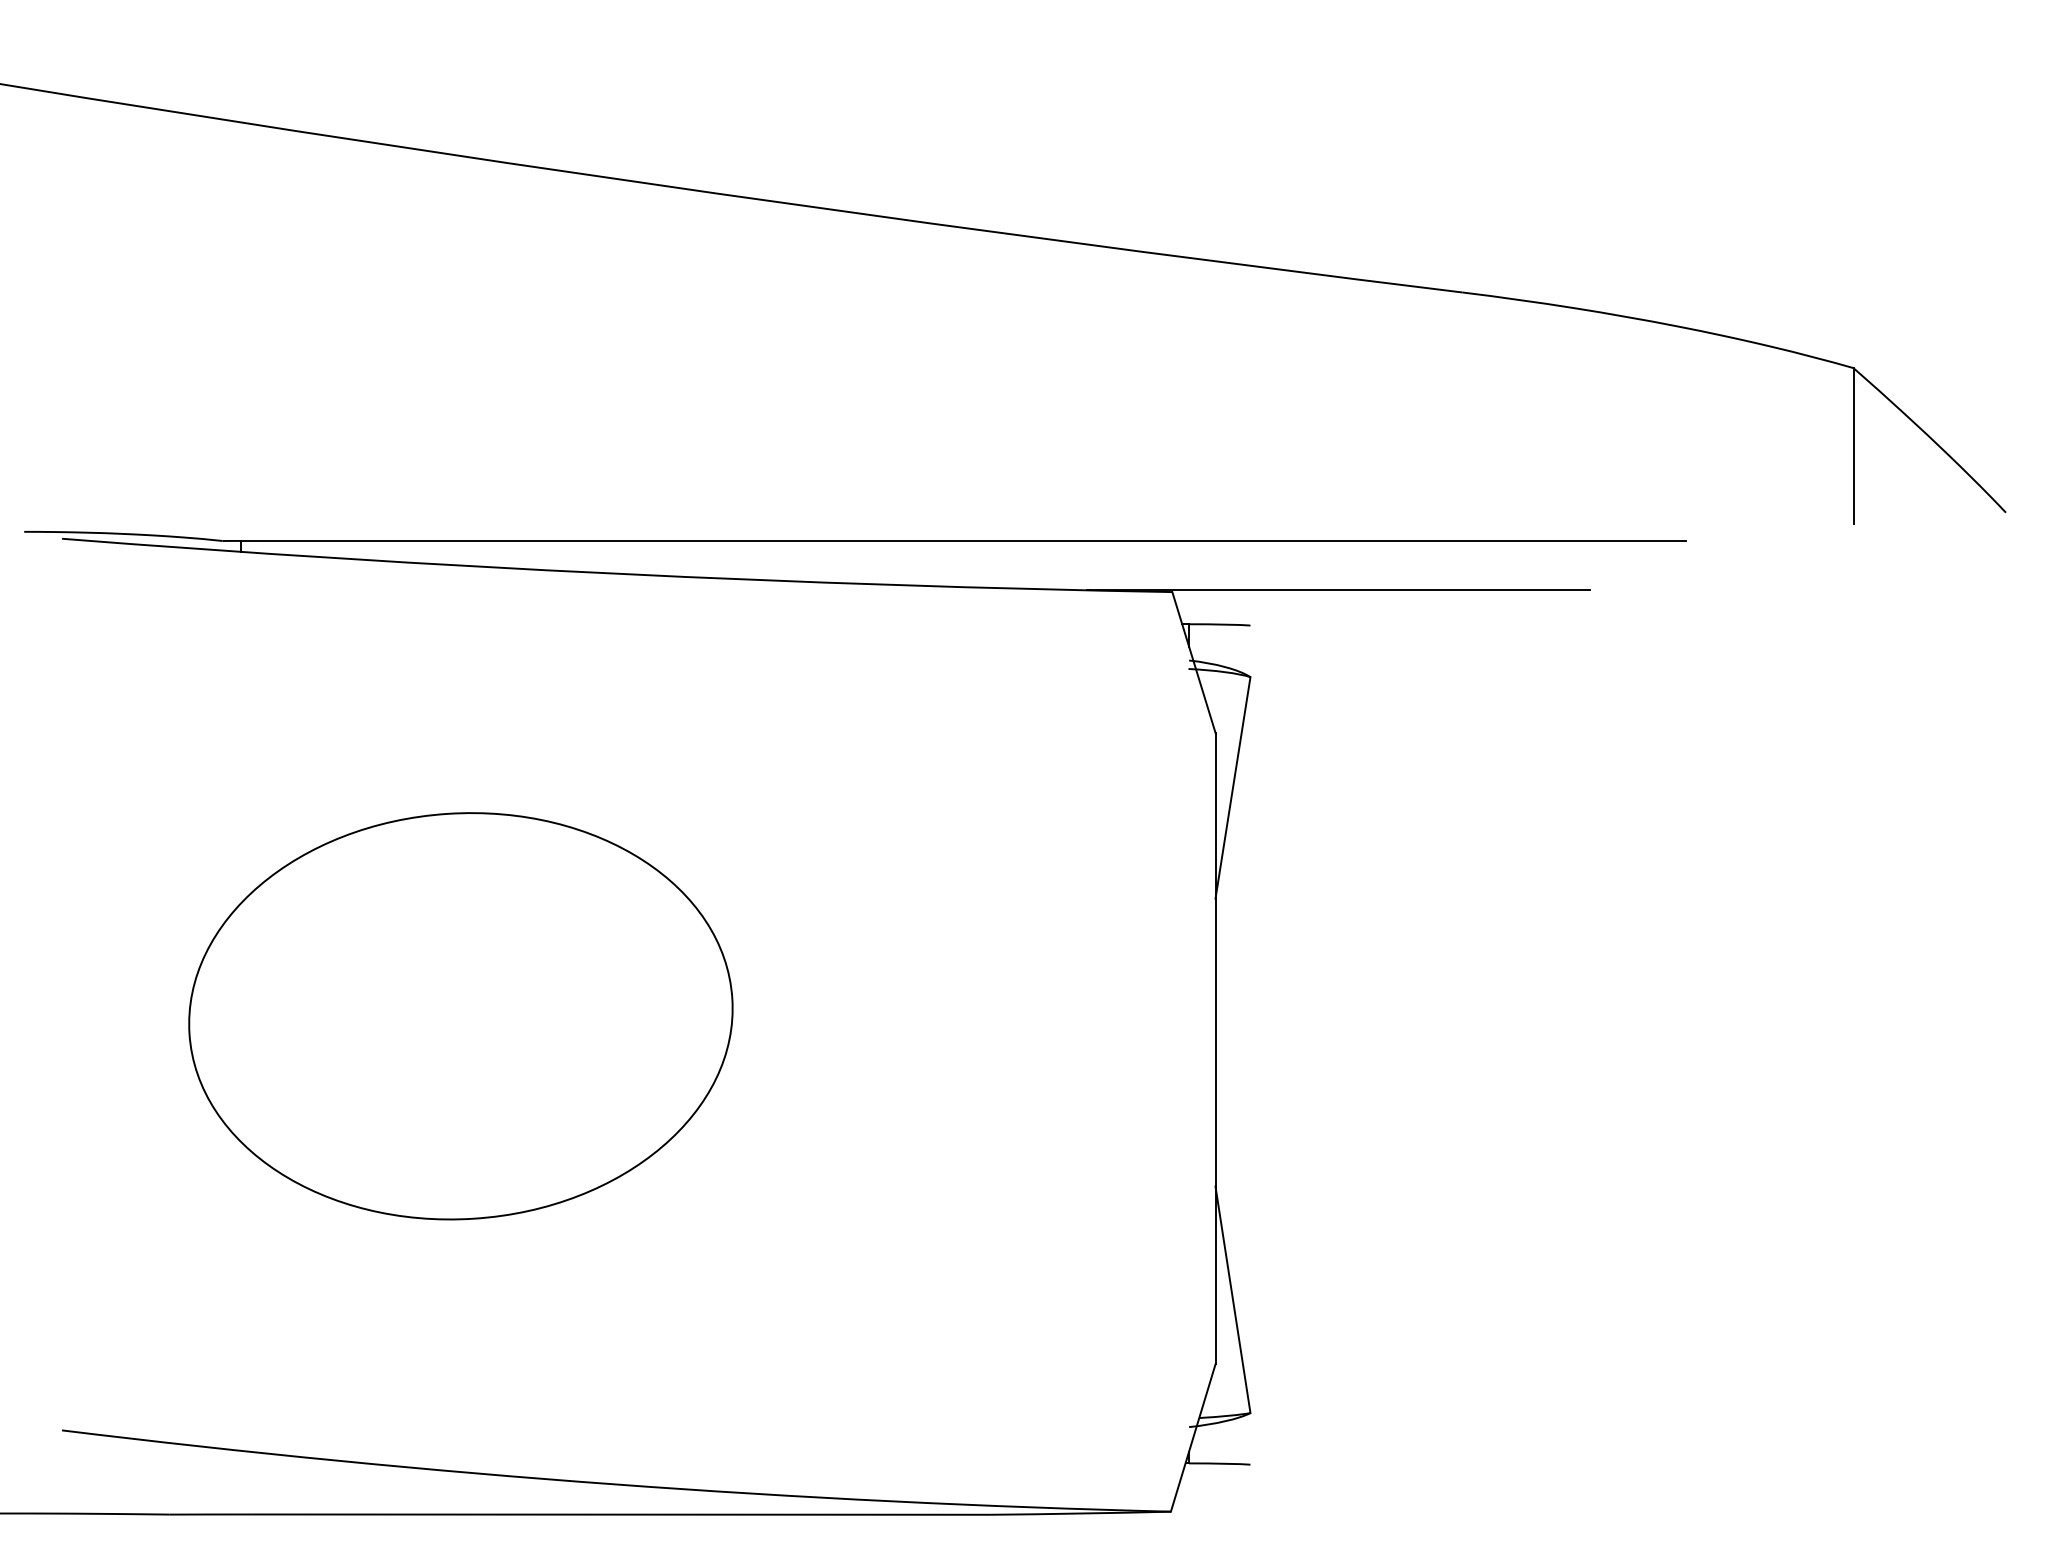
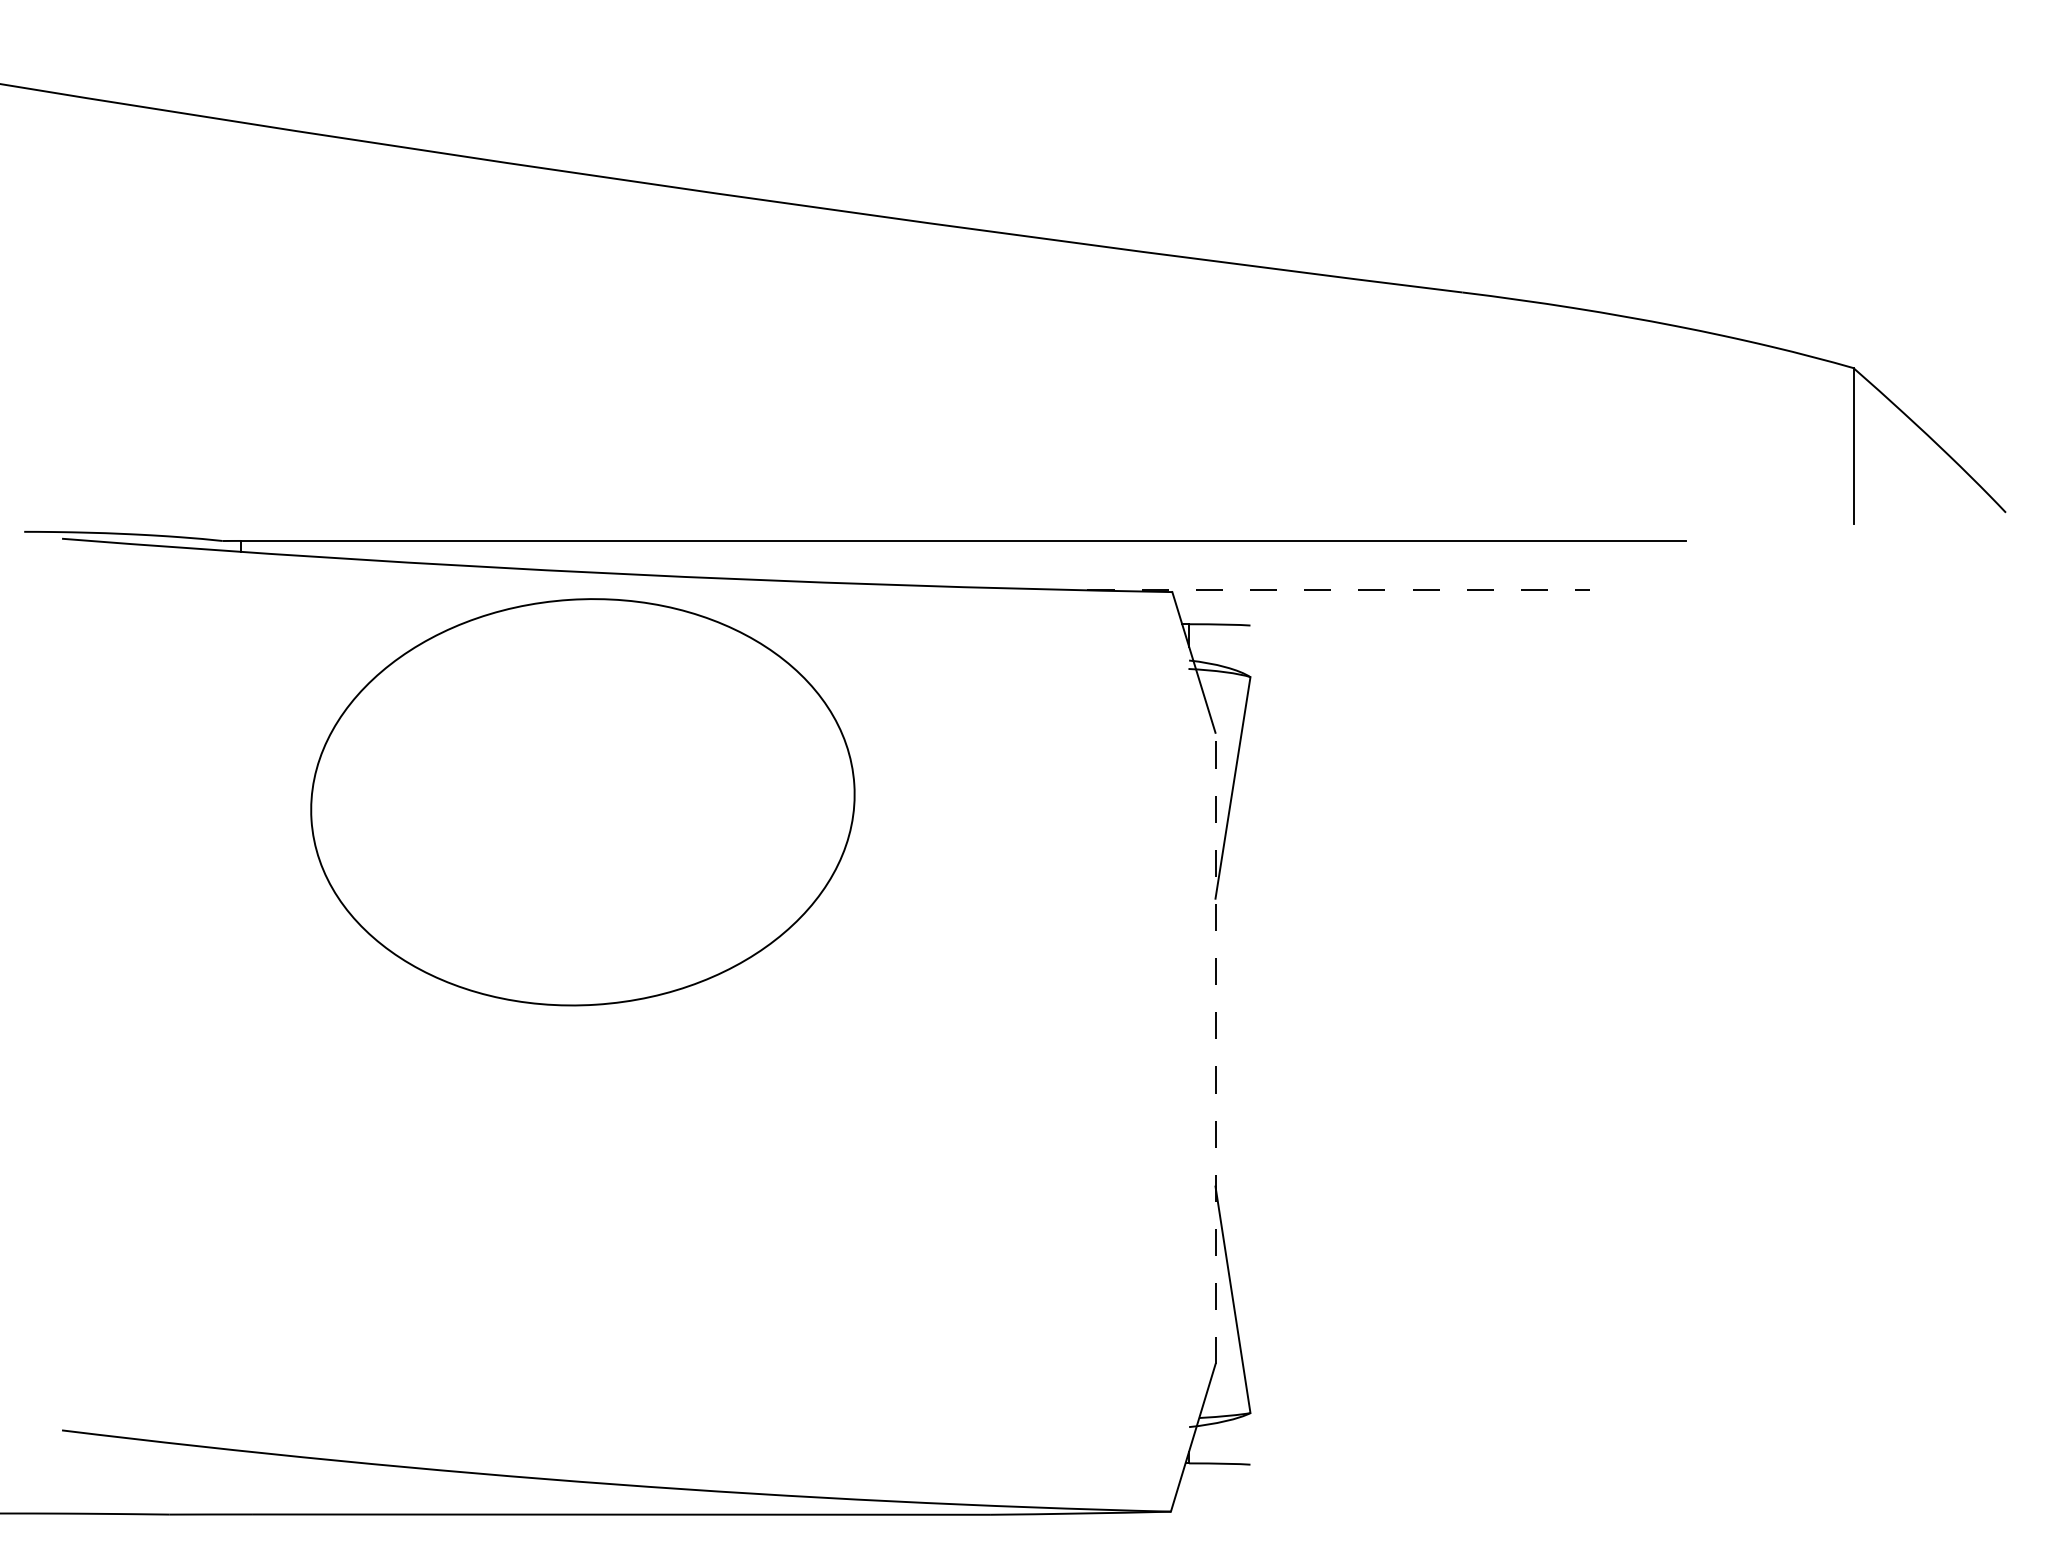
line at (1339, 590): solid -> dashed
part at (460, 1016) position: (460, 1016) -> (582, 802)
line at (1215, 1048): solid -> dashed
